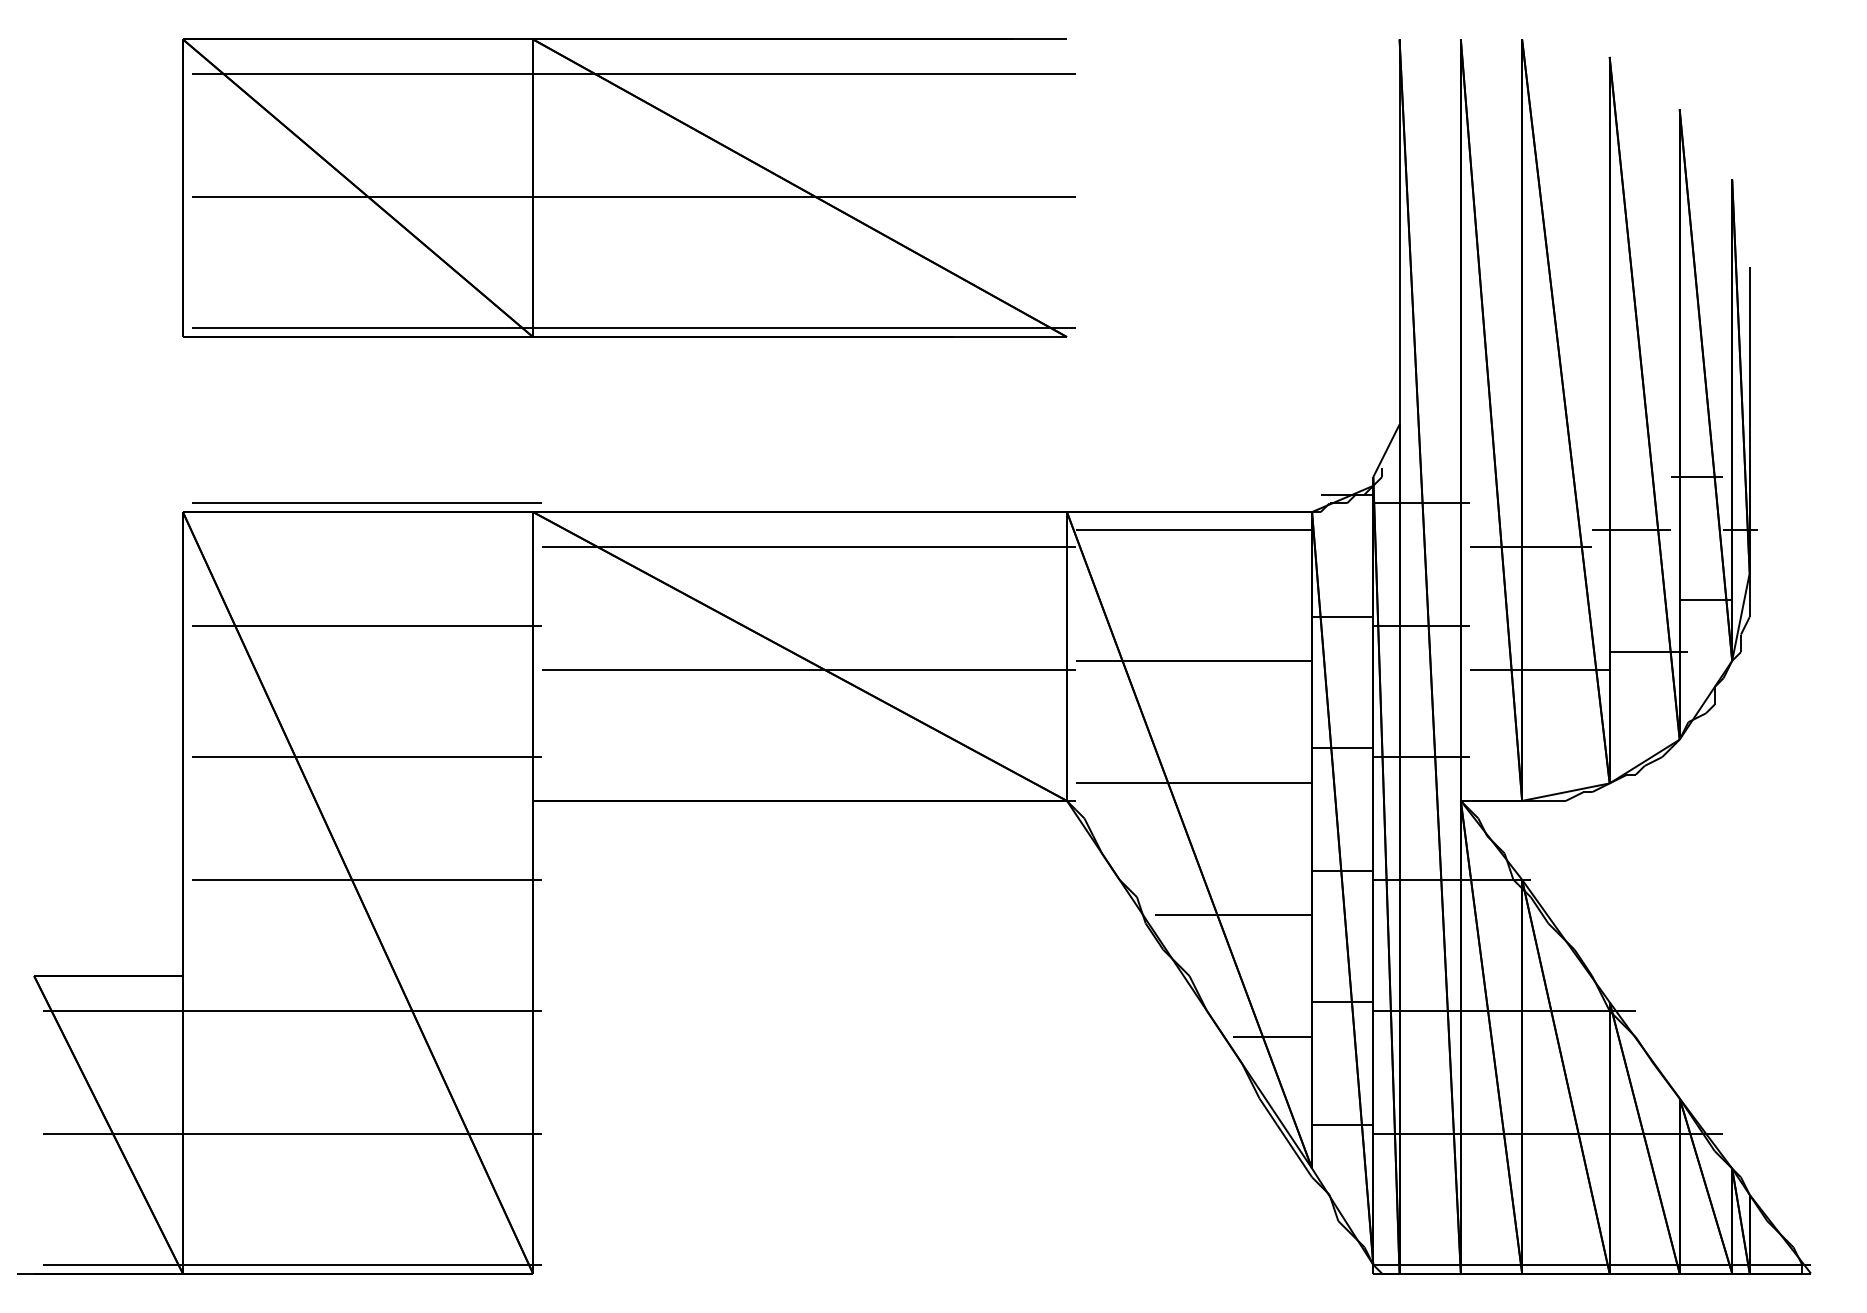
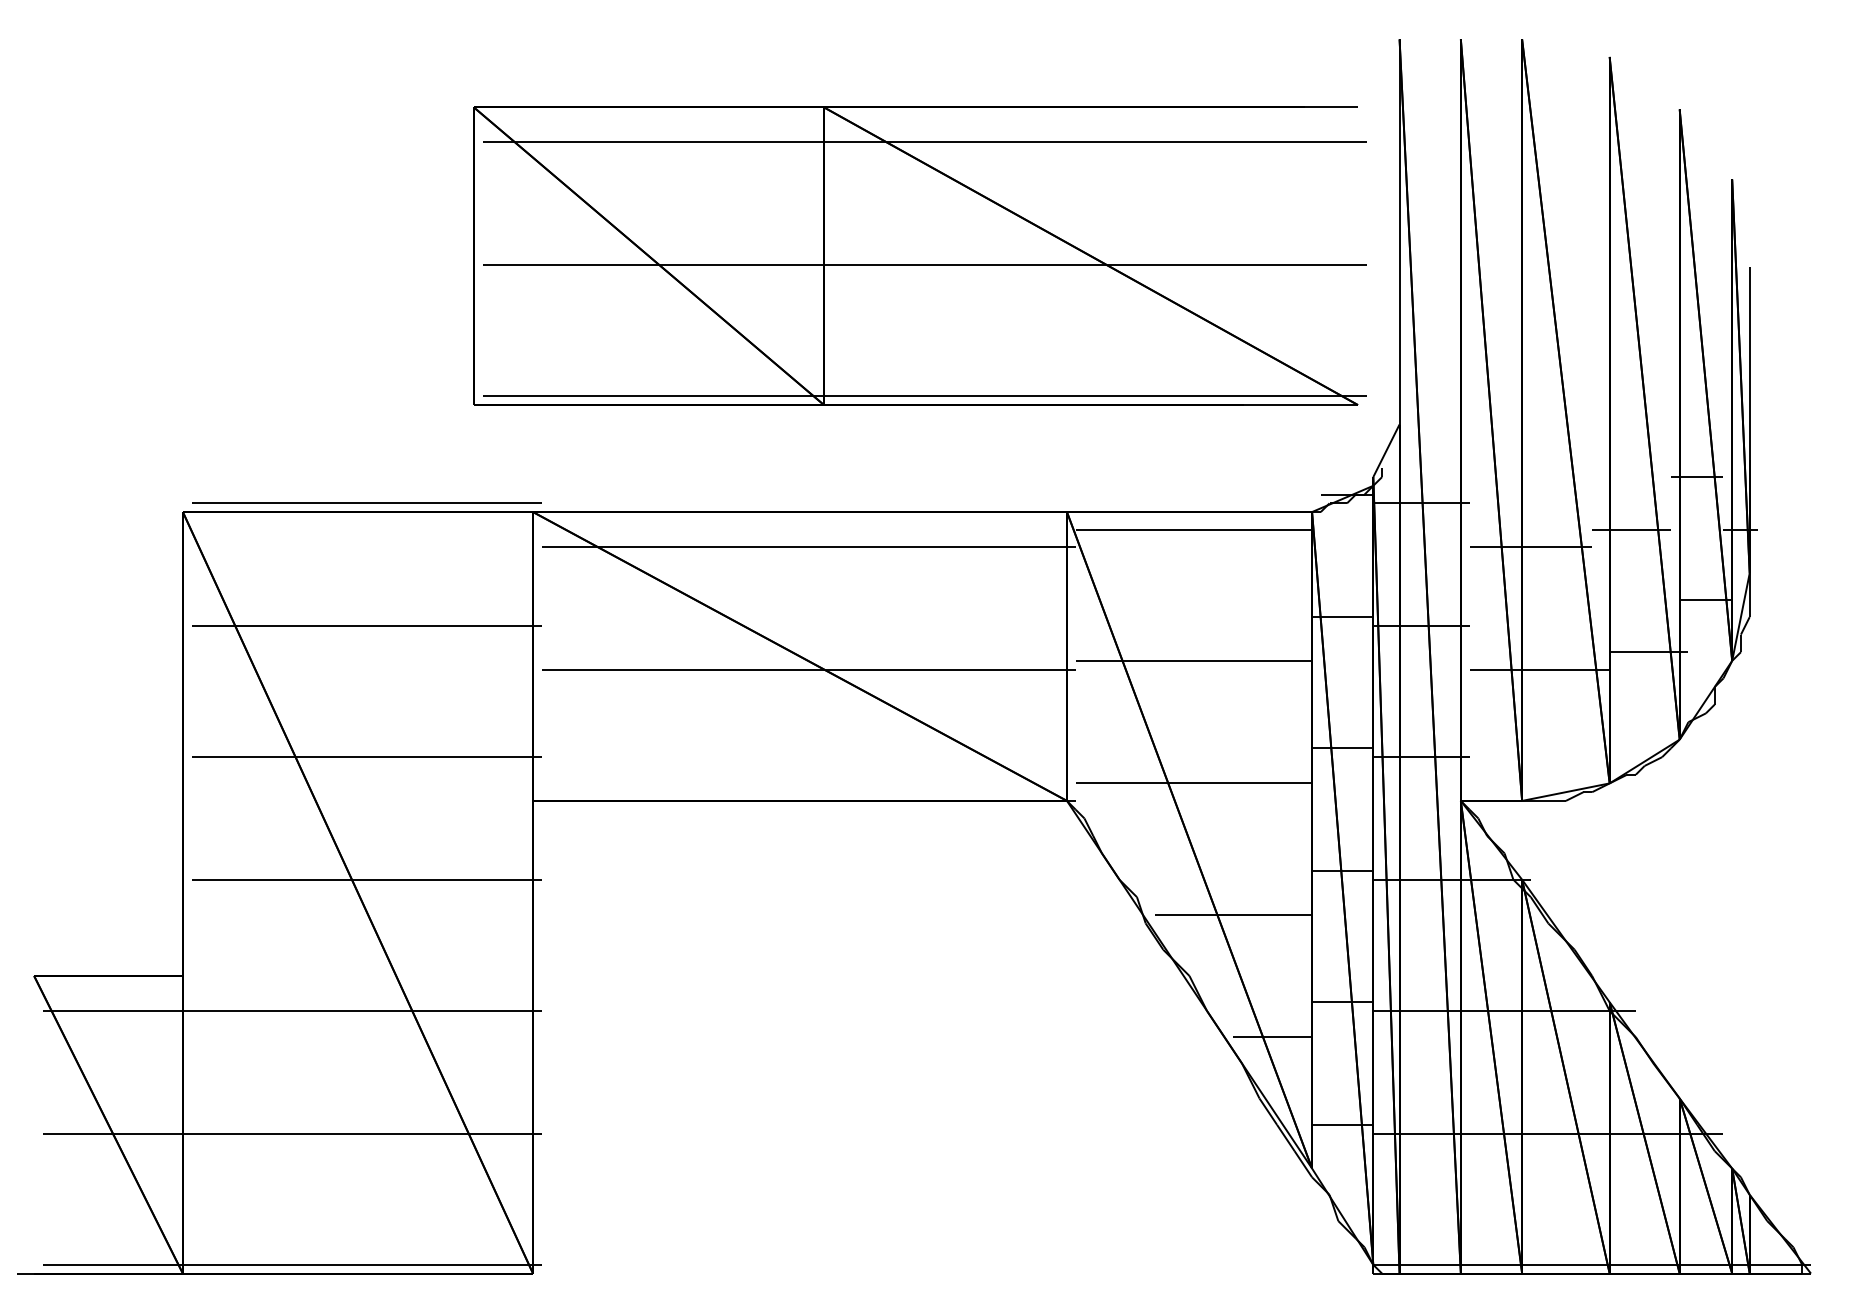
part at (628, 187) position: (628, 187) -> (919, 255)
